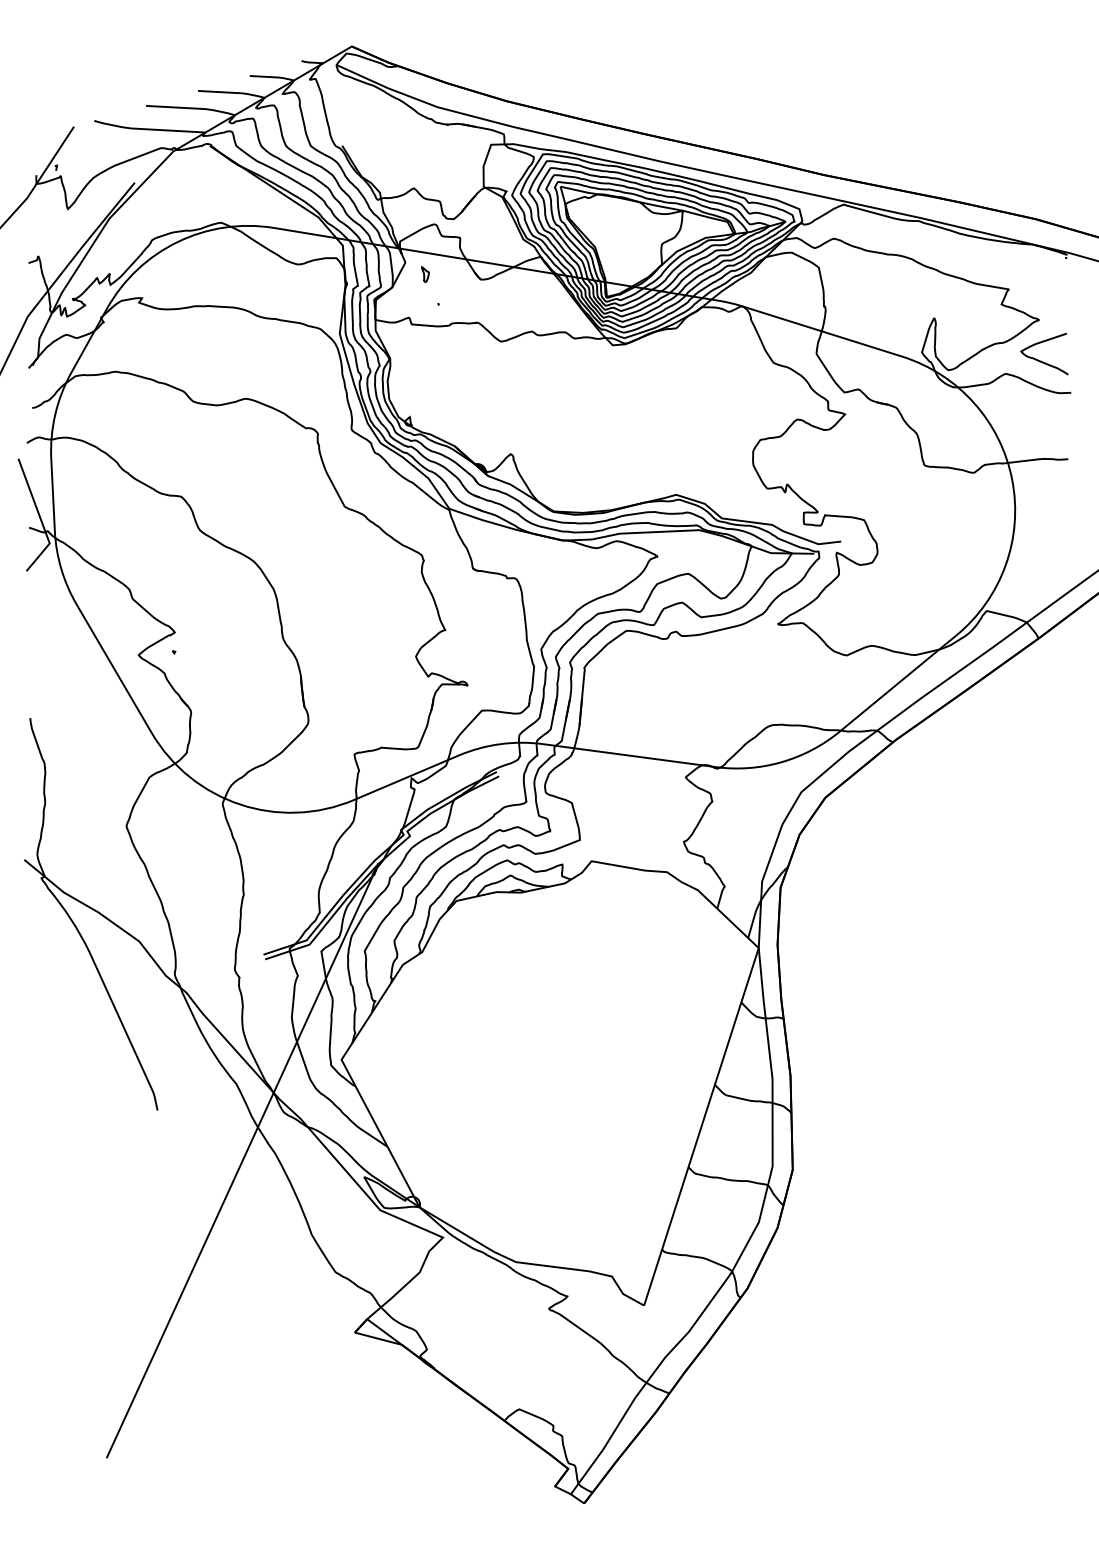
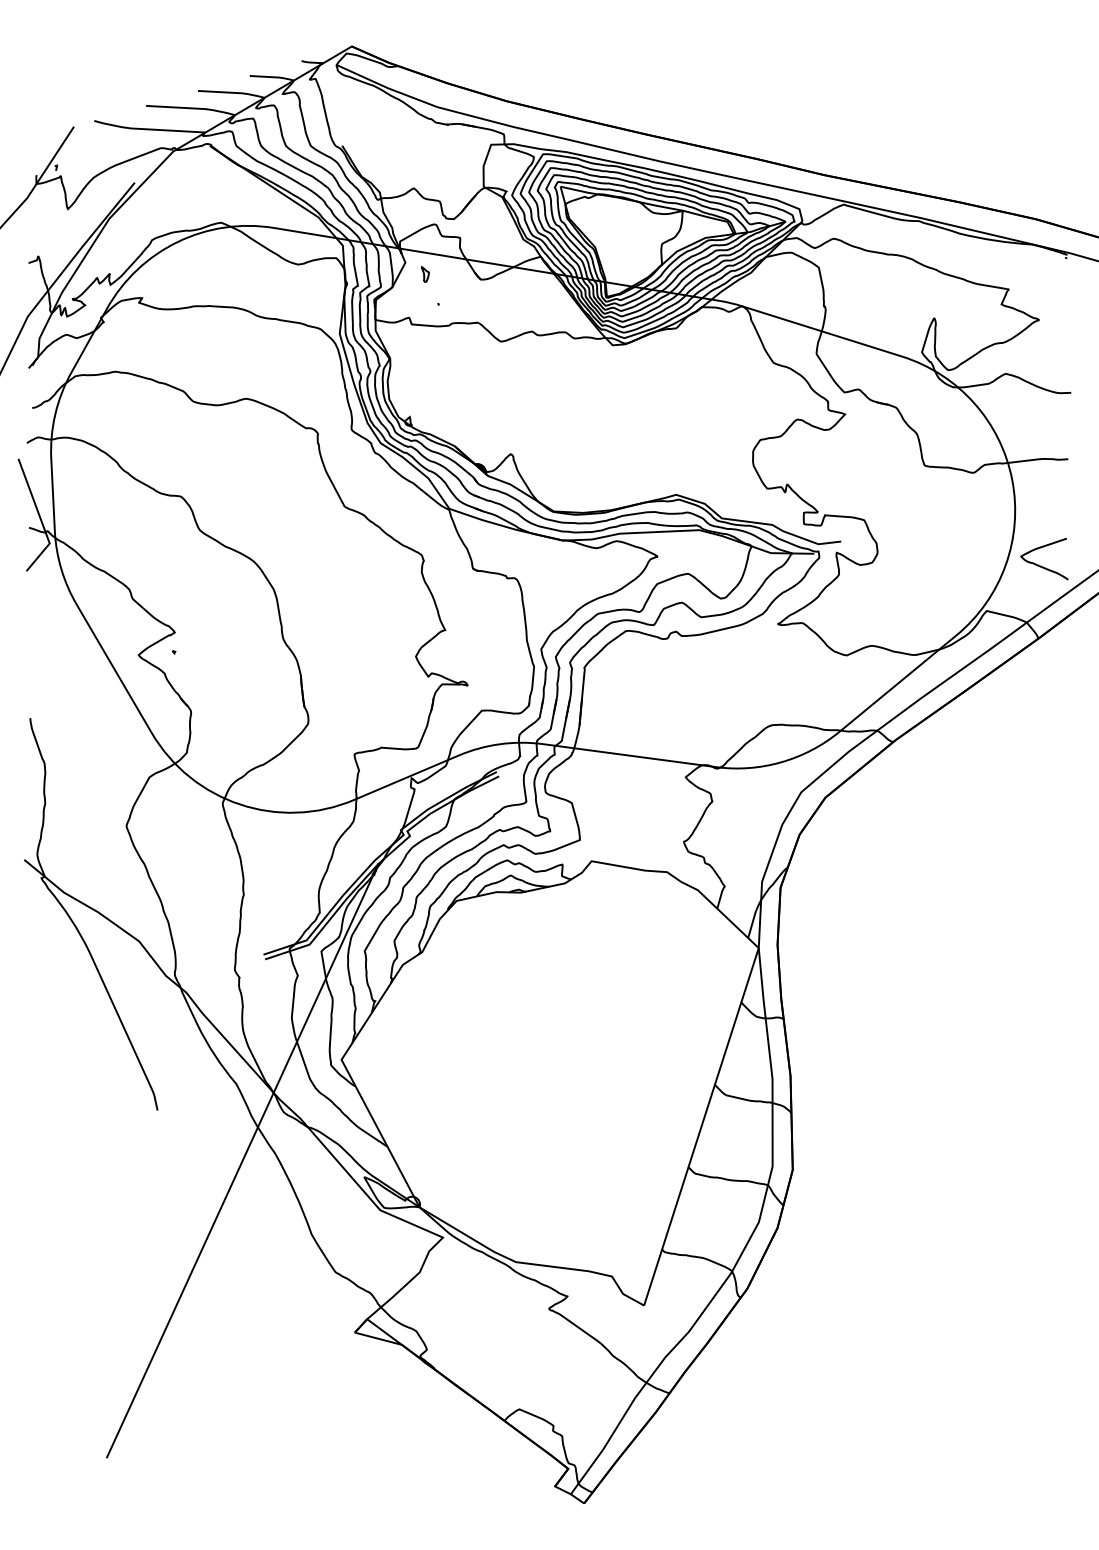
curve at (1040, 360) position: (1040, 360) -> (1040, 565)
